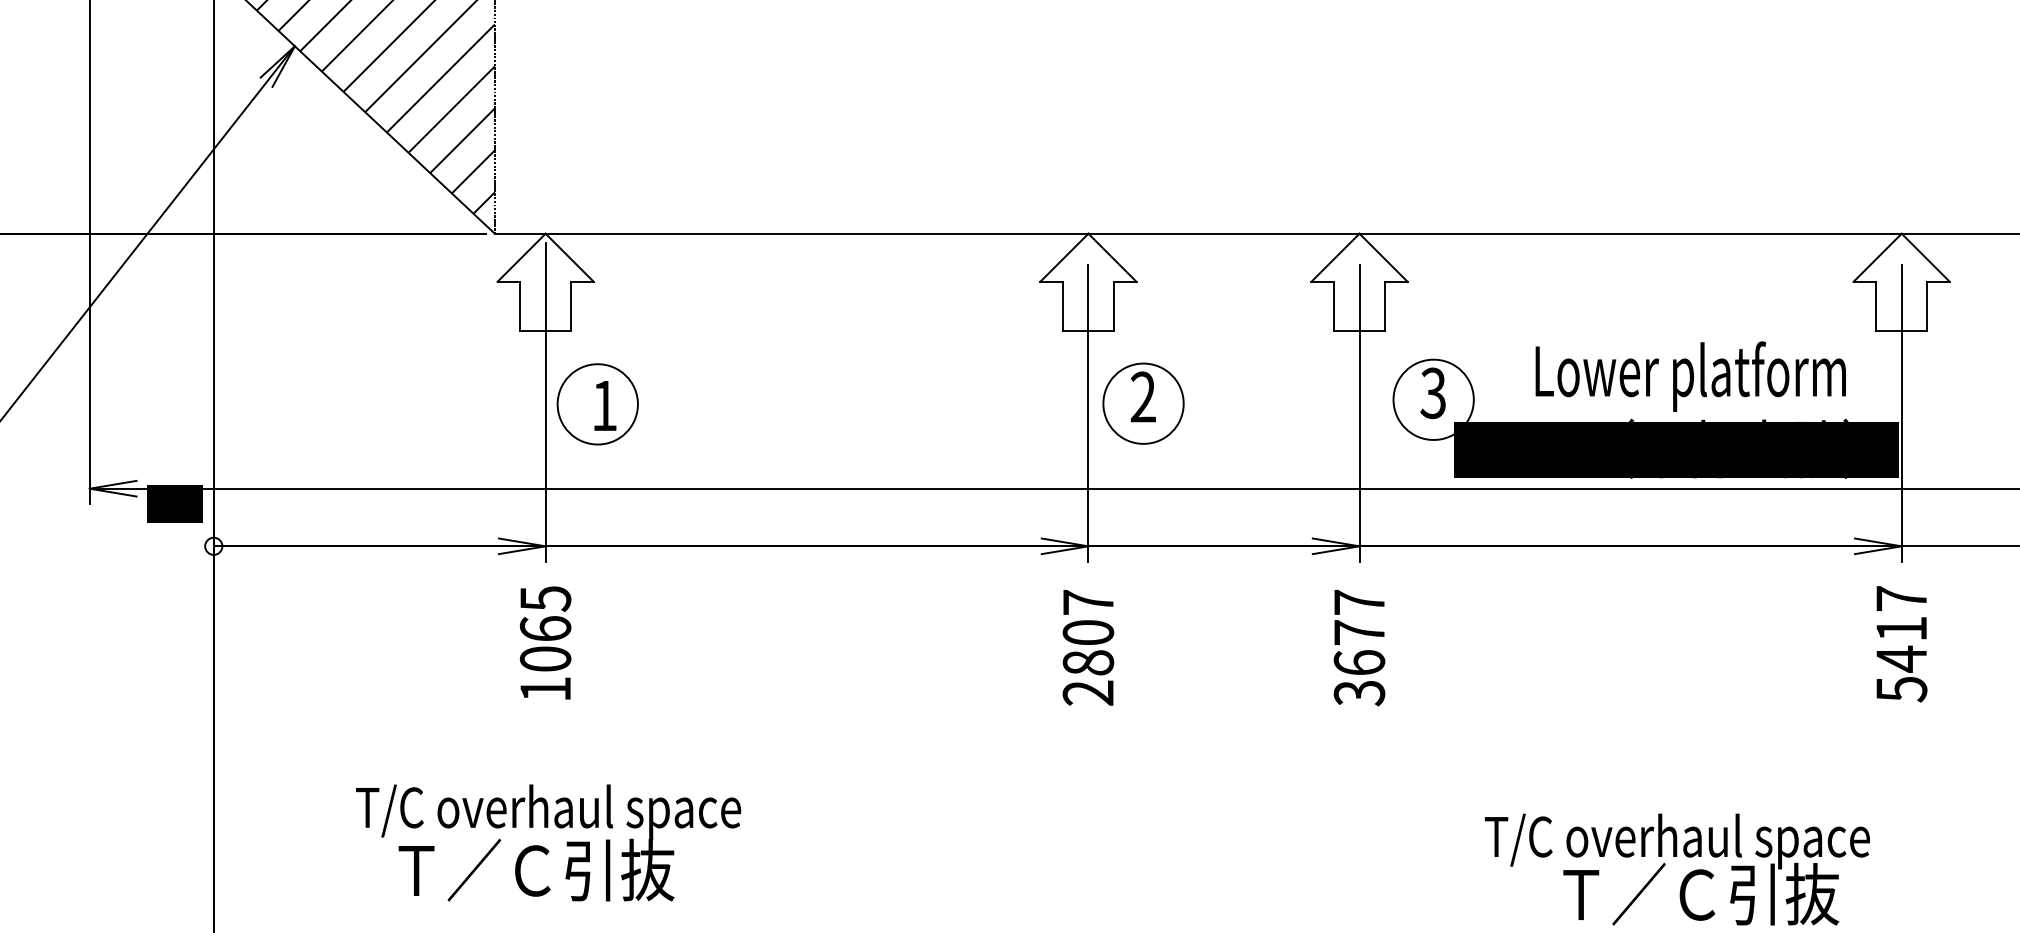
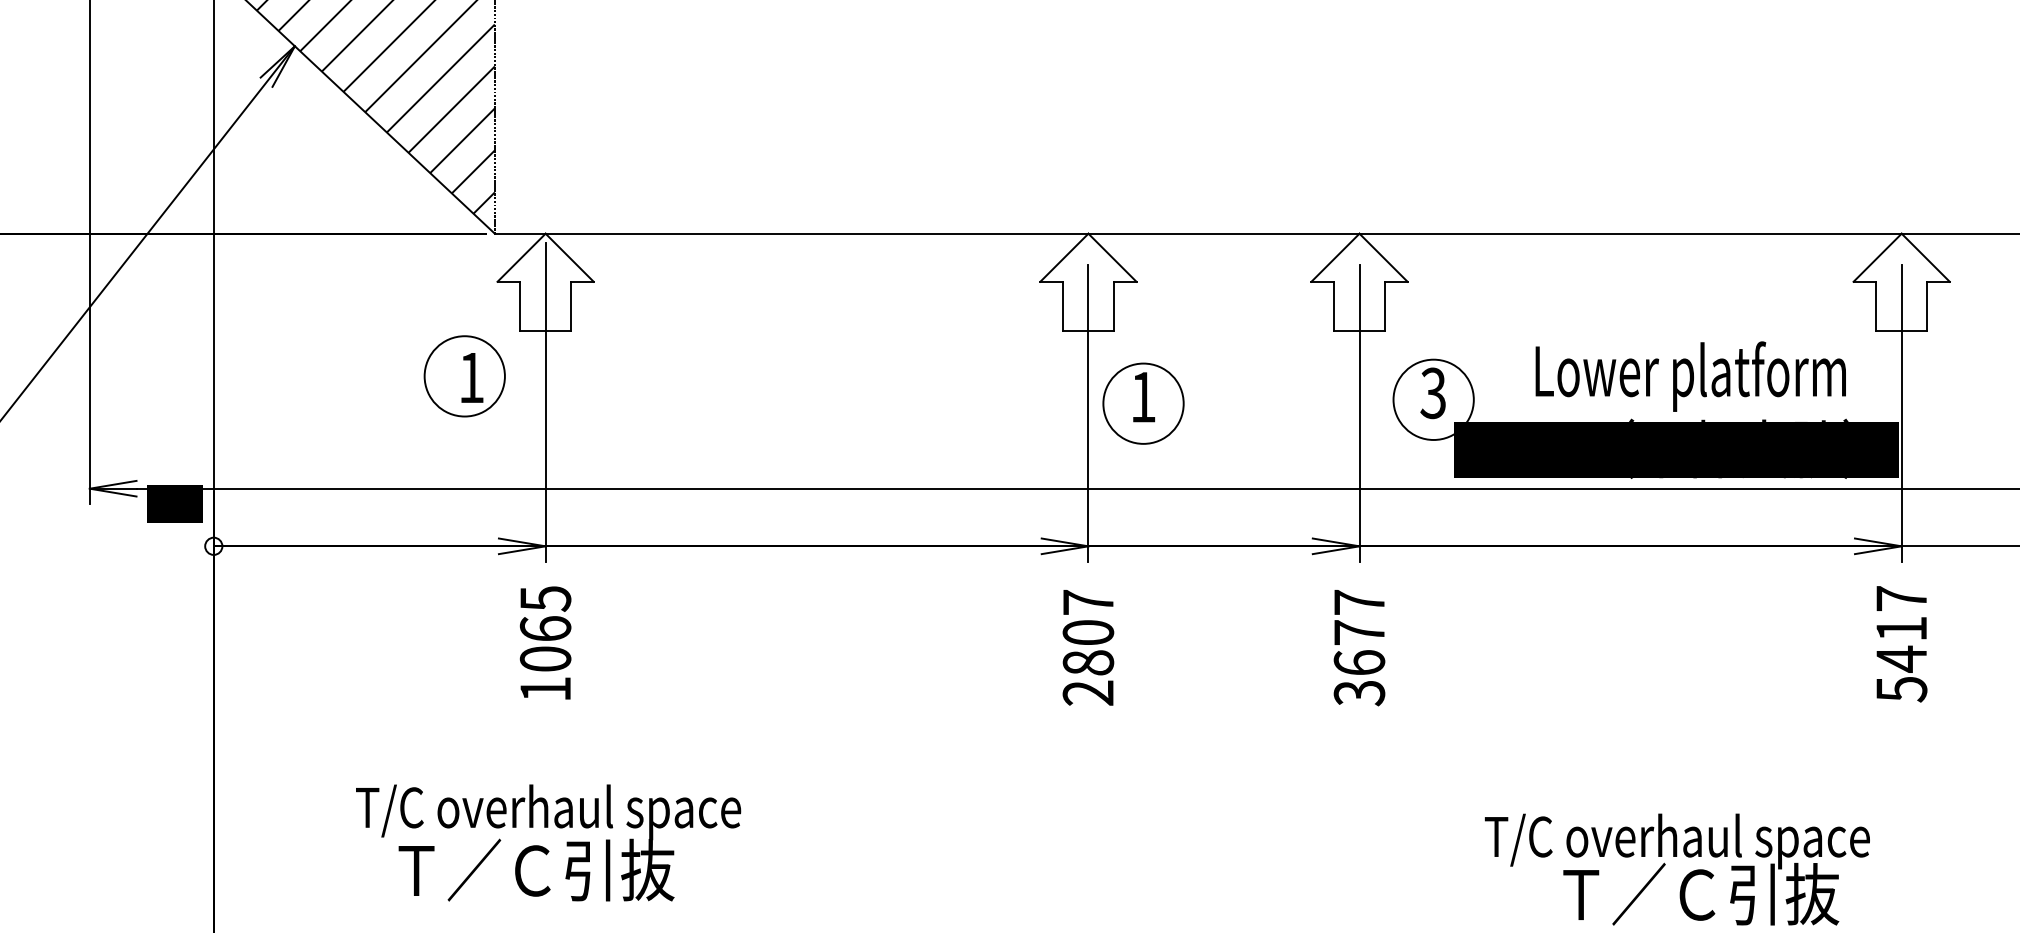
text at (1142, 396): 2 -> 1
part at (597, 404) position: (597, 404) -> (464, 376)
